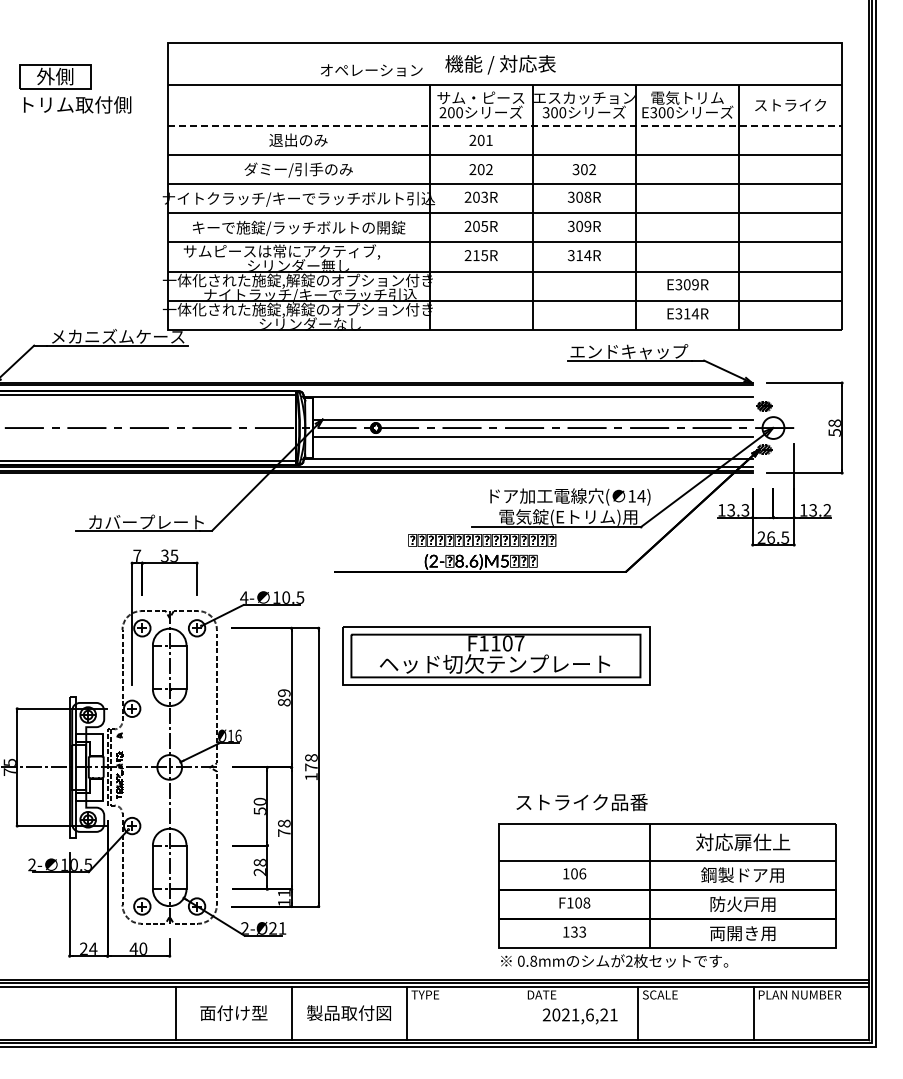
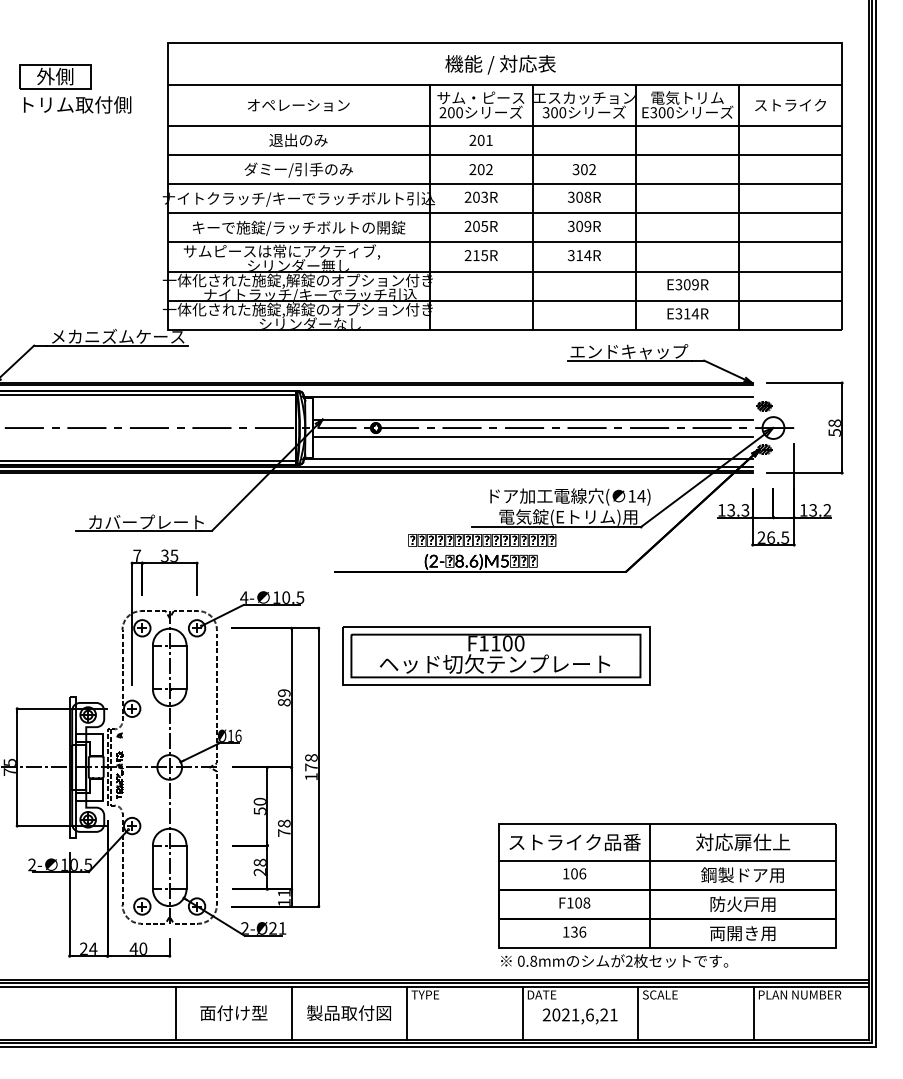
text at (371, 70) position: (371, 70) -> (298, 105)
line at (505, 125): dashed -> solid
text at (519, 643): F1107 -> F1100
text at (581, 802) position: (581, 802) -> (574, 842)
text at (582, 931): 133 -> 136
line at (522, 1012): none -> present
